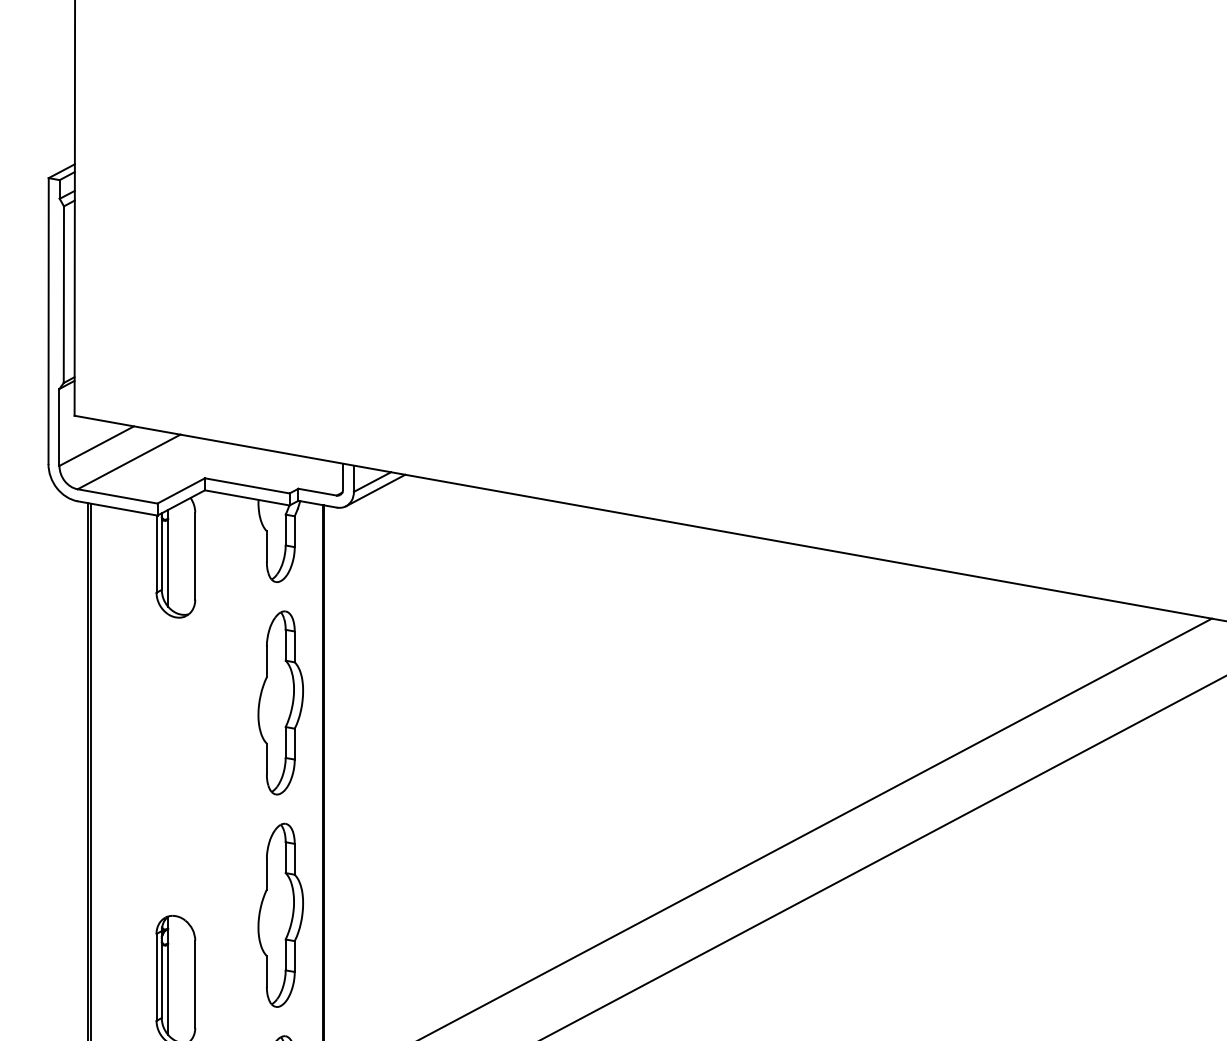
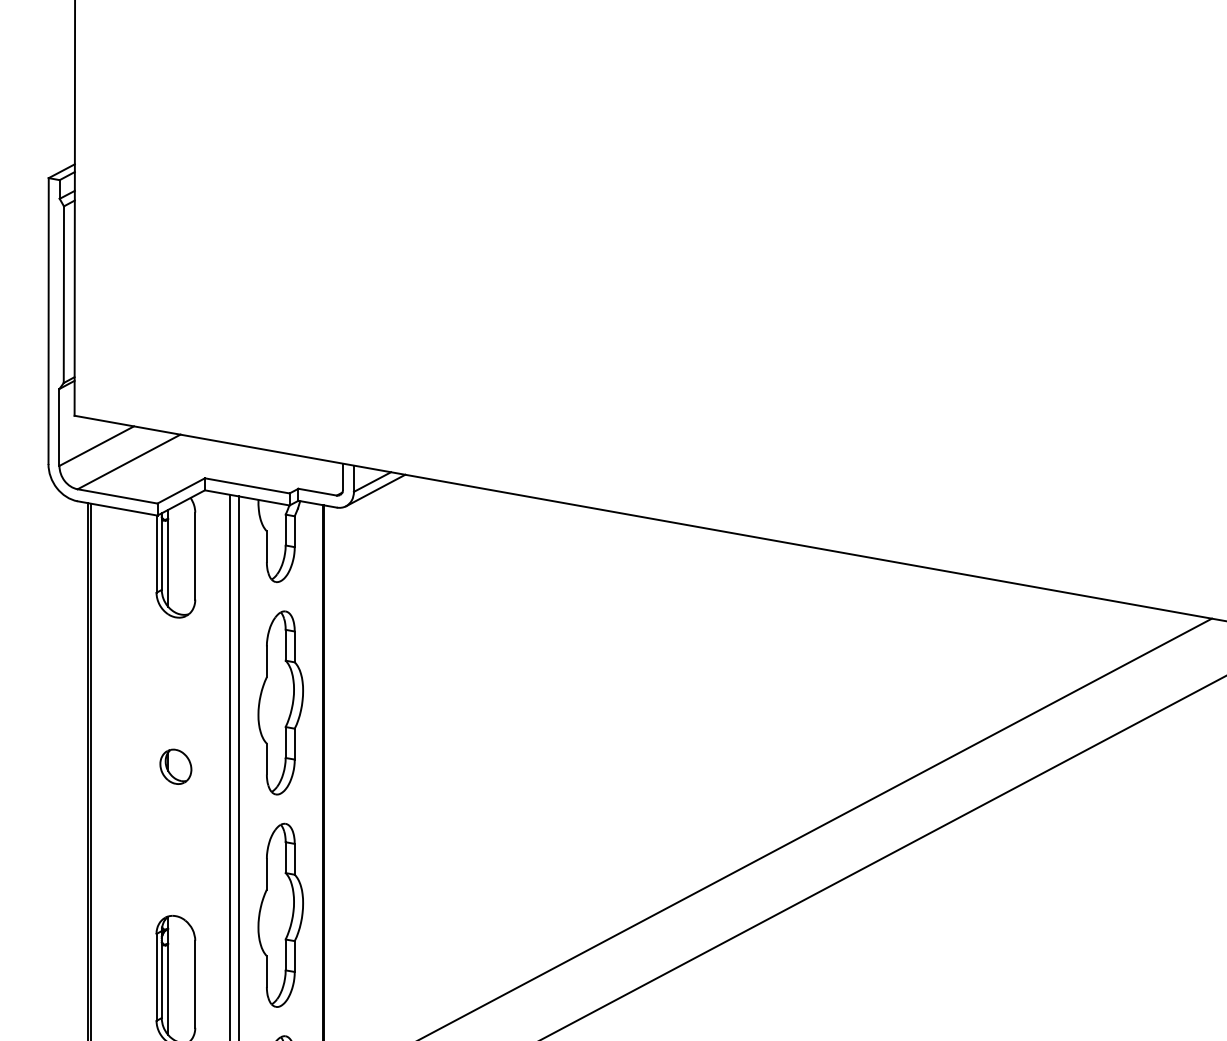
line at (229, 765): none -> present
part at (175, 766): none -> present
line at (238, 766): none -> present
